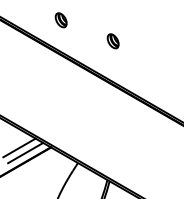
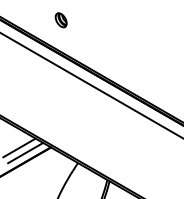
part at (112, 41): present -> none
line at (91, 84): none -> present
